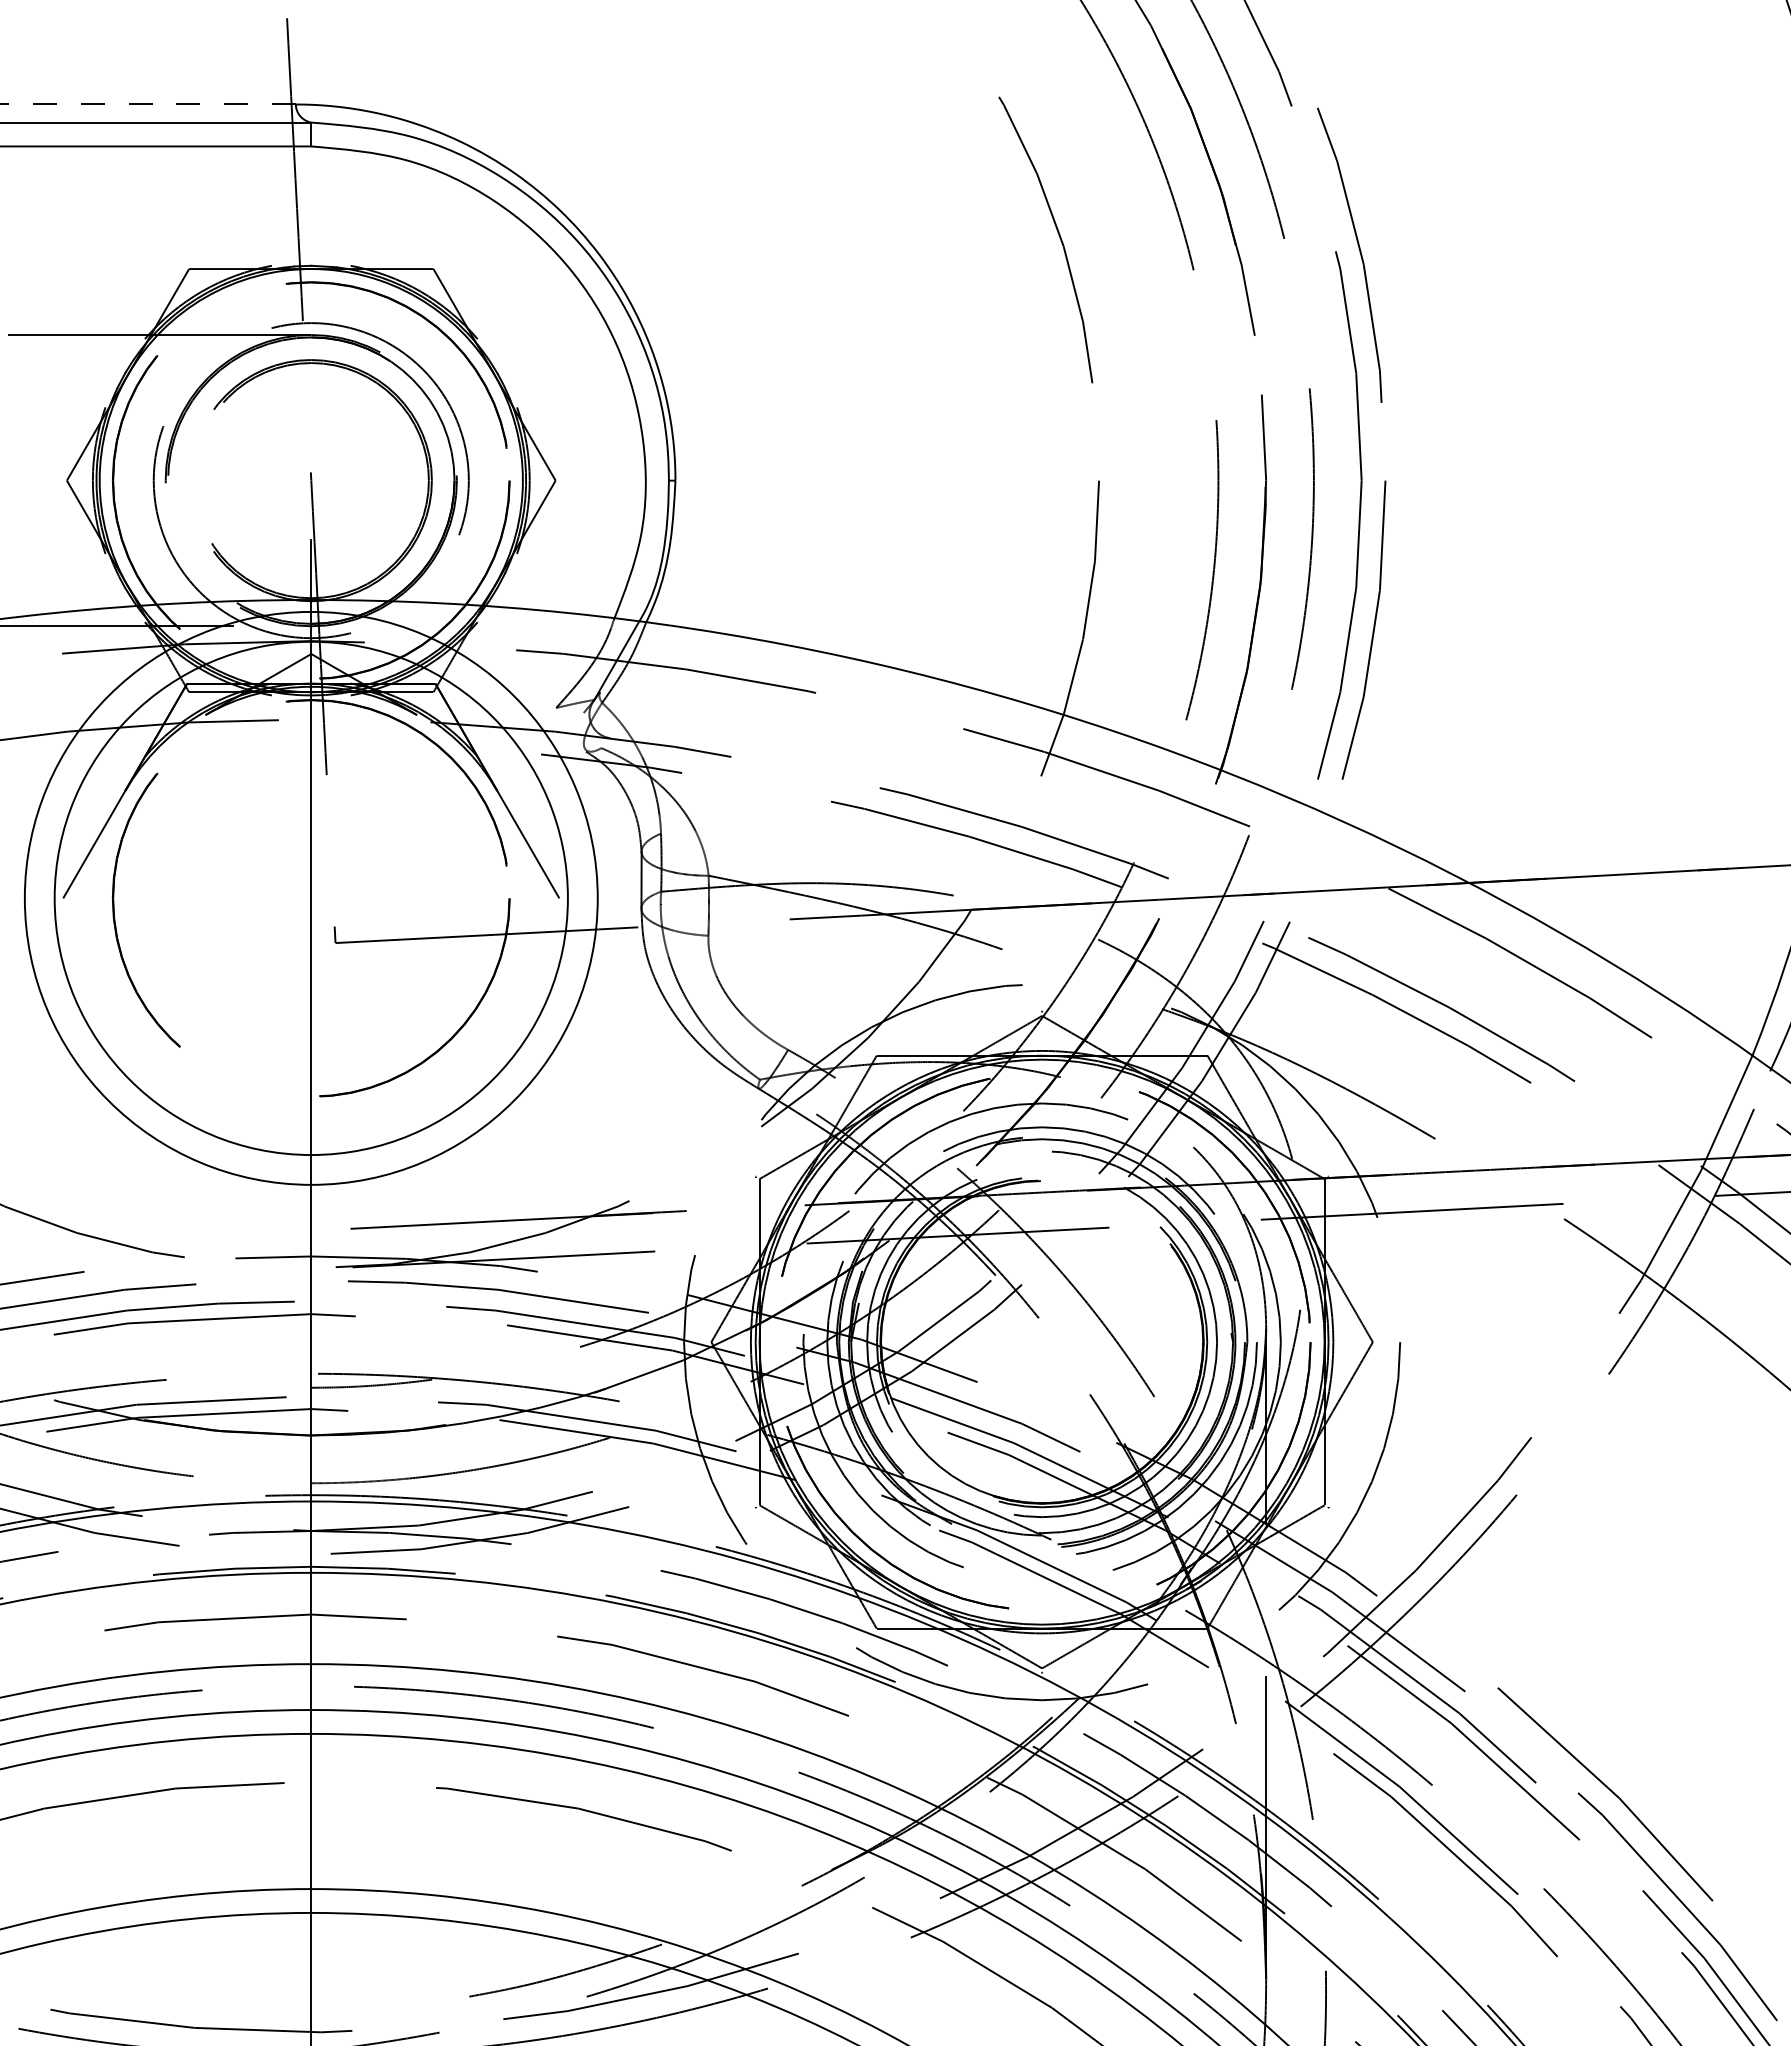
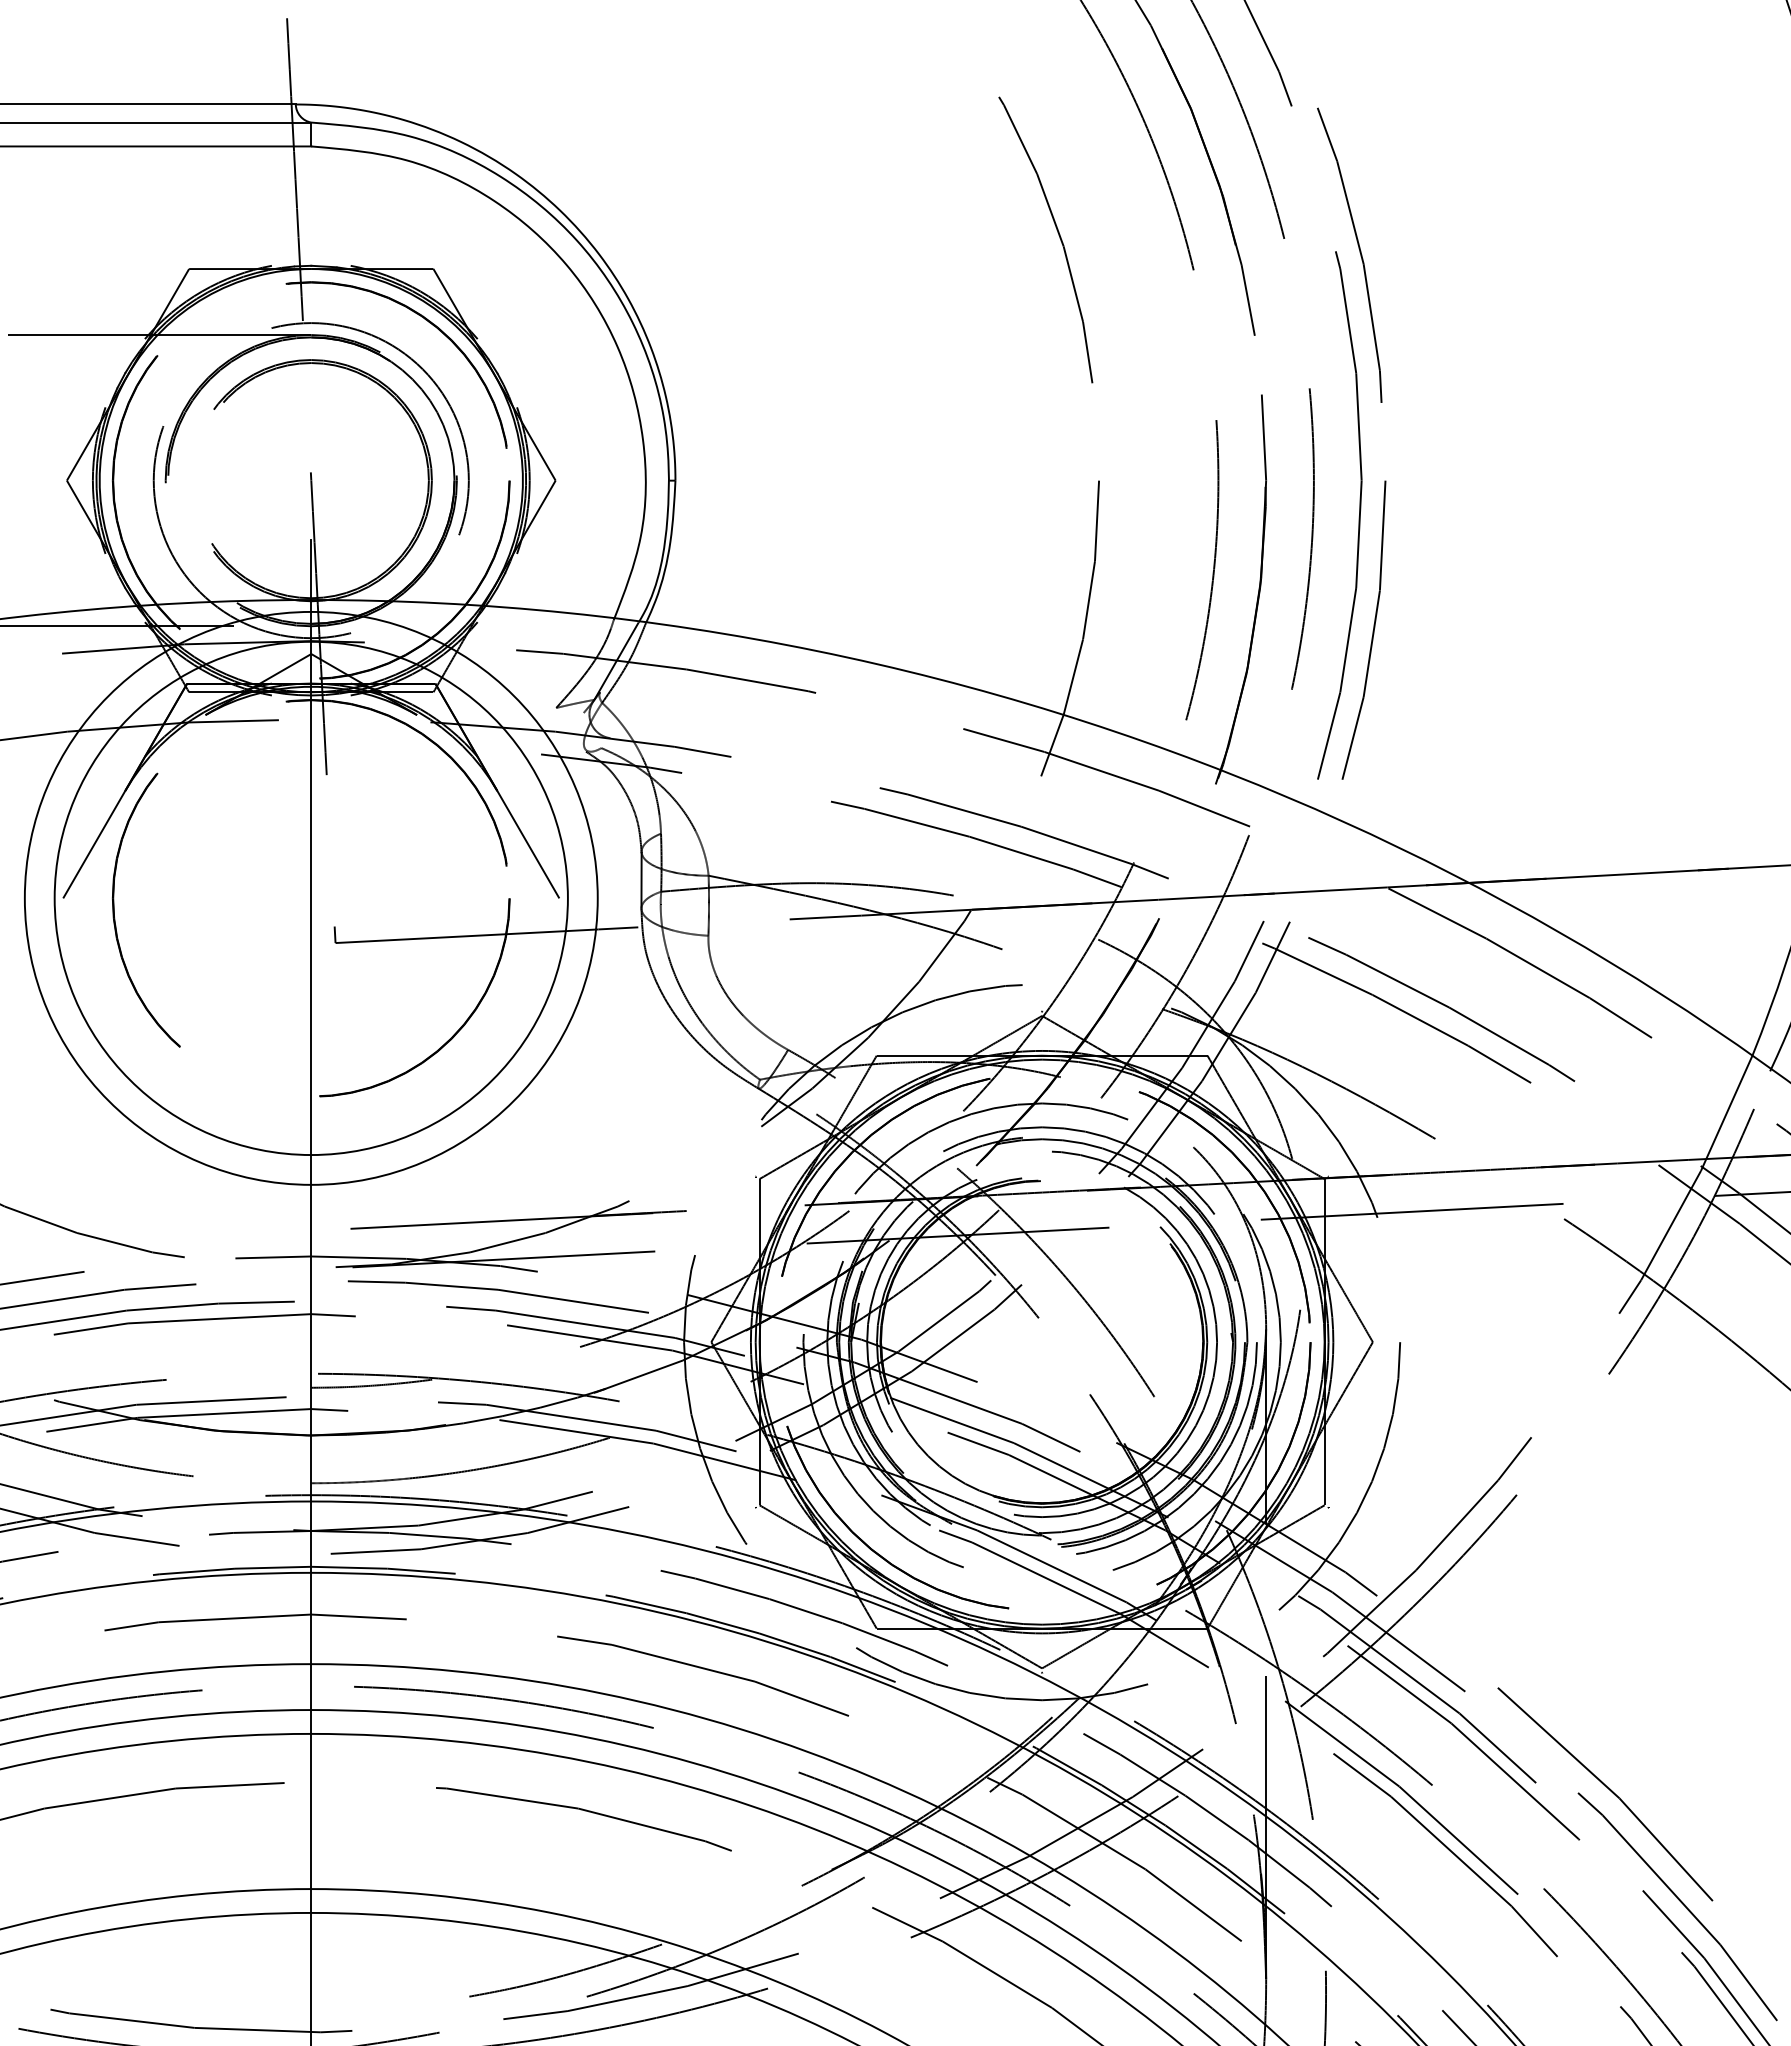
line at (147, 104): dashed -> solid
